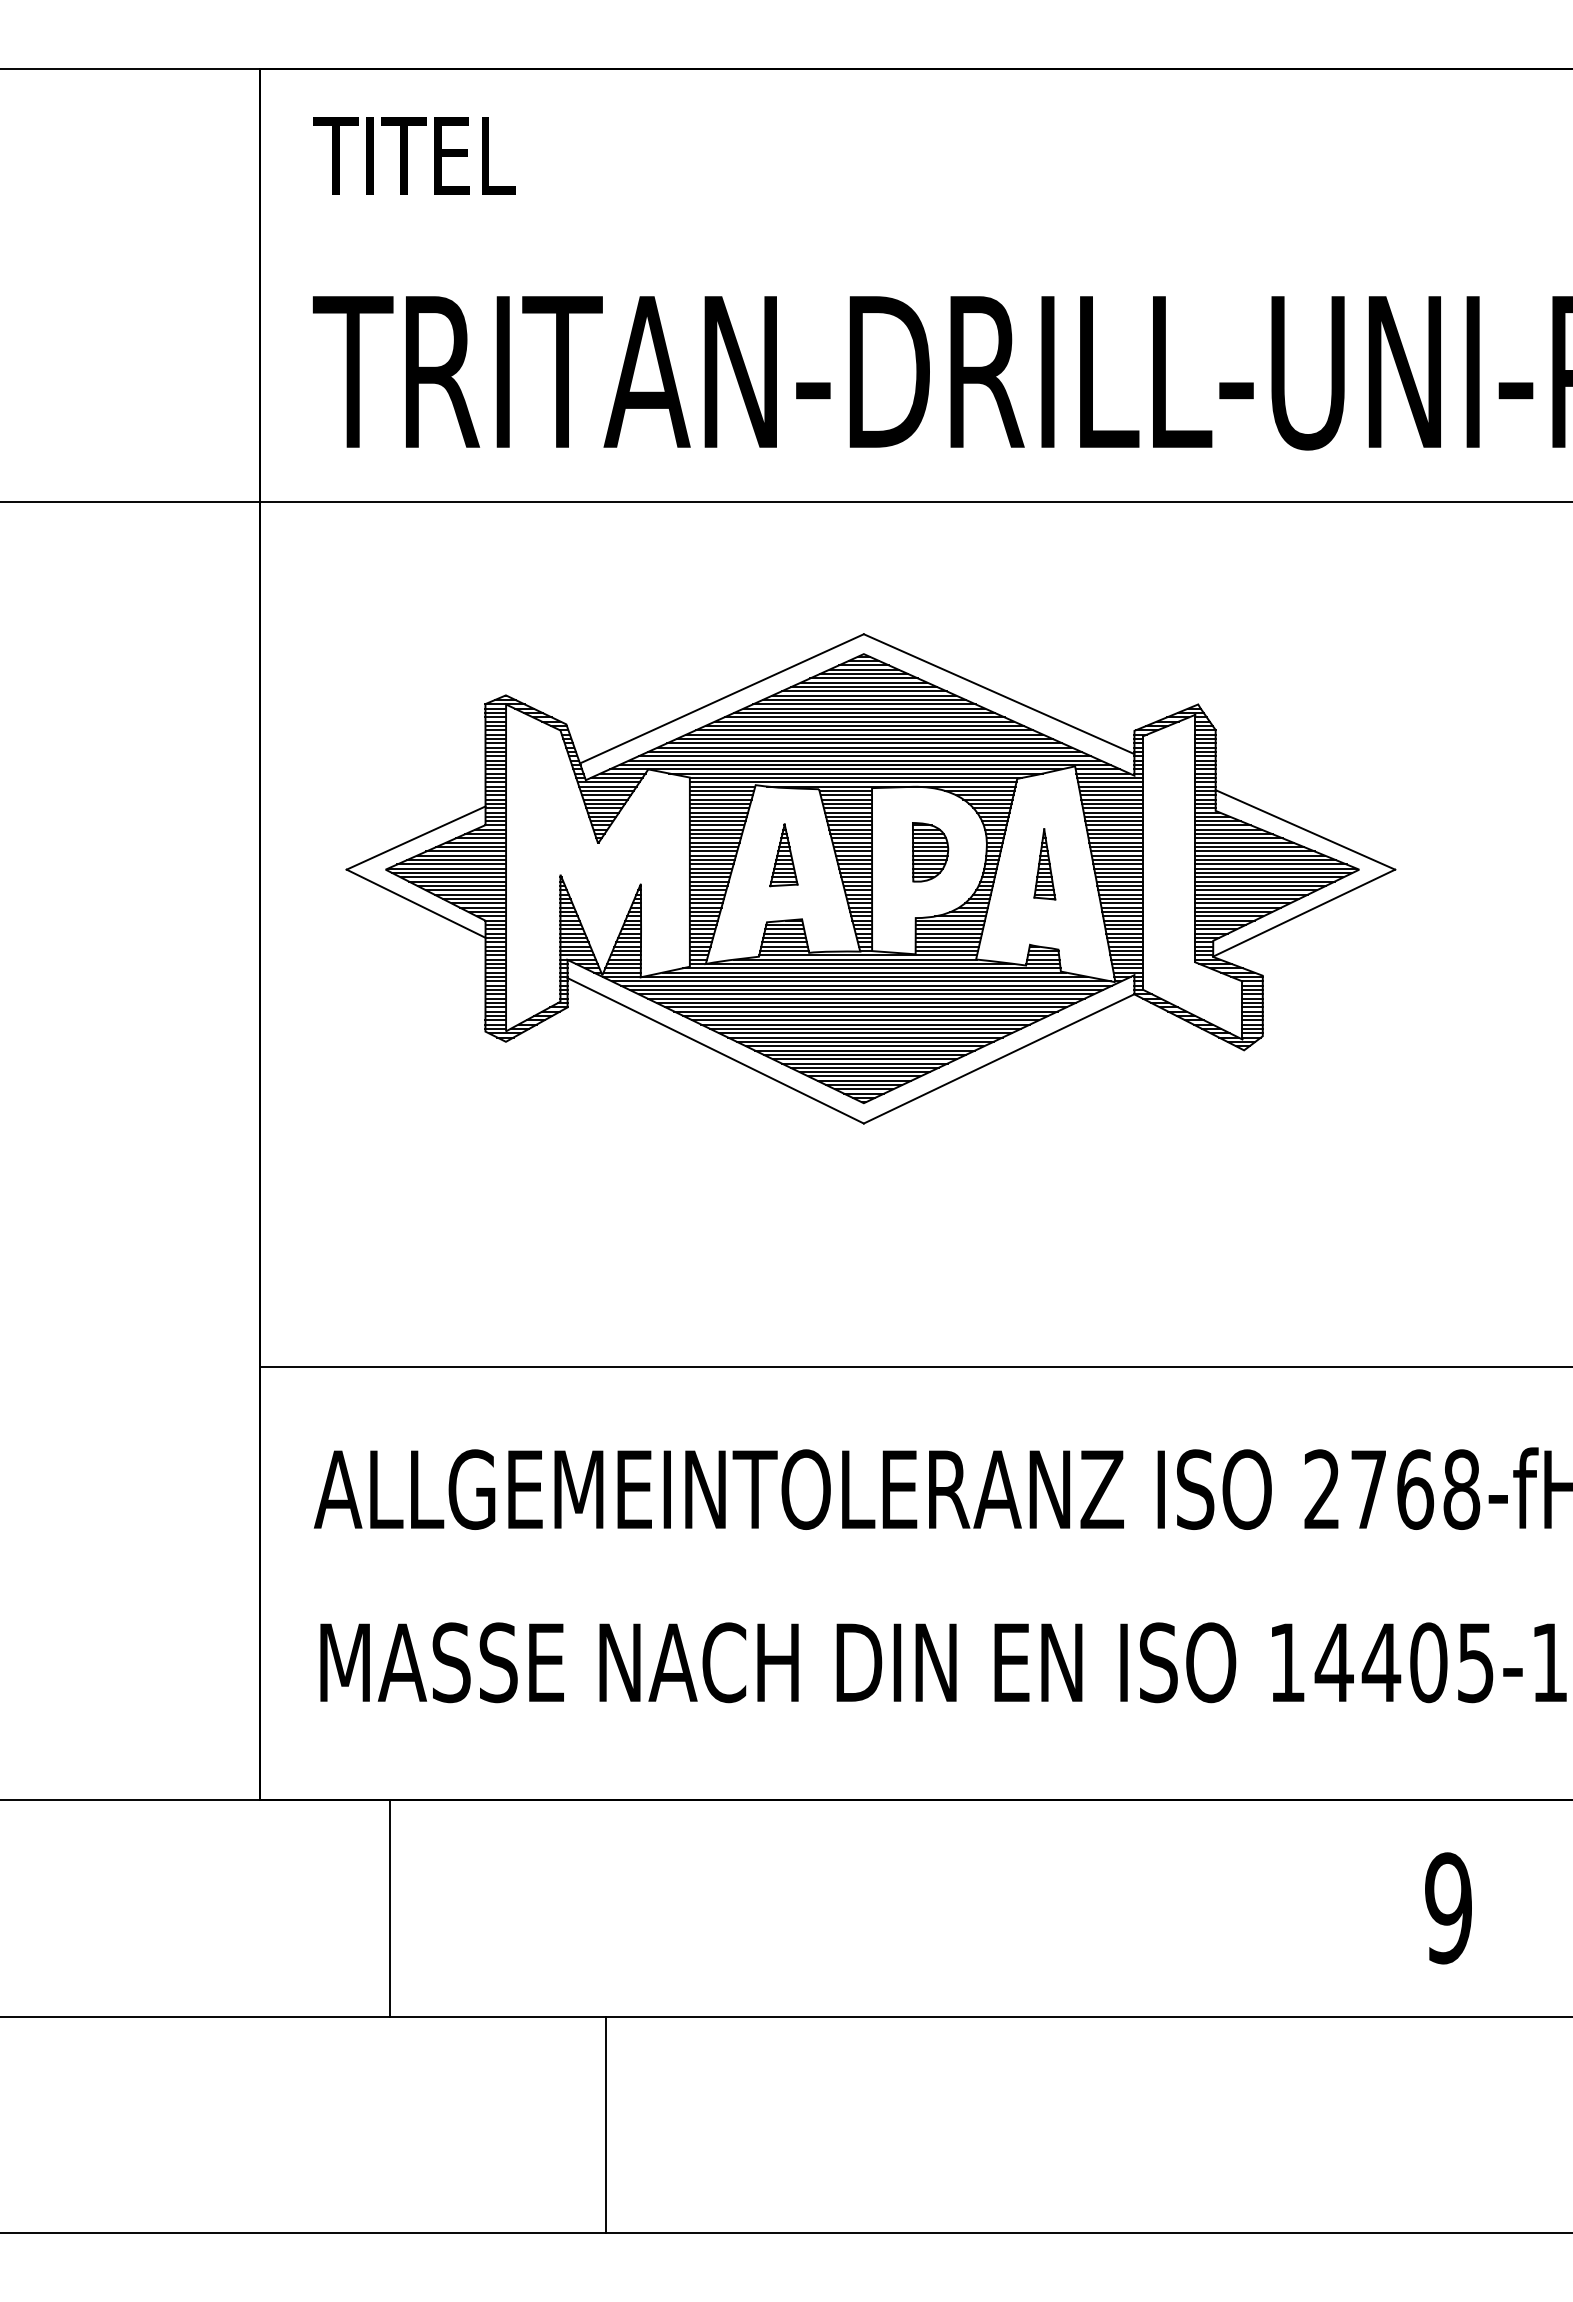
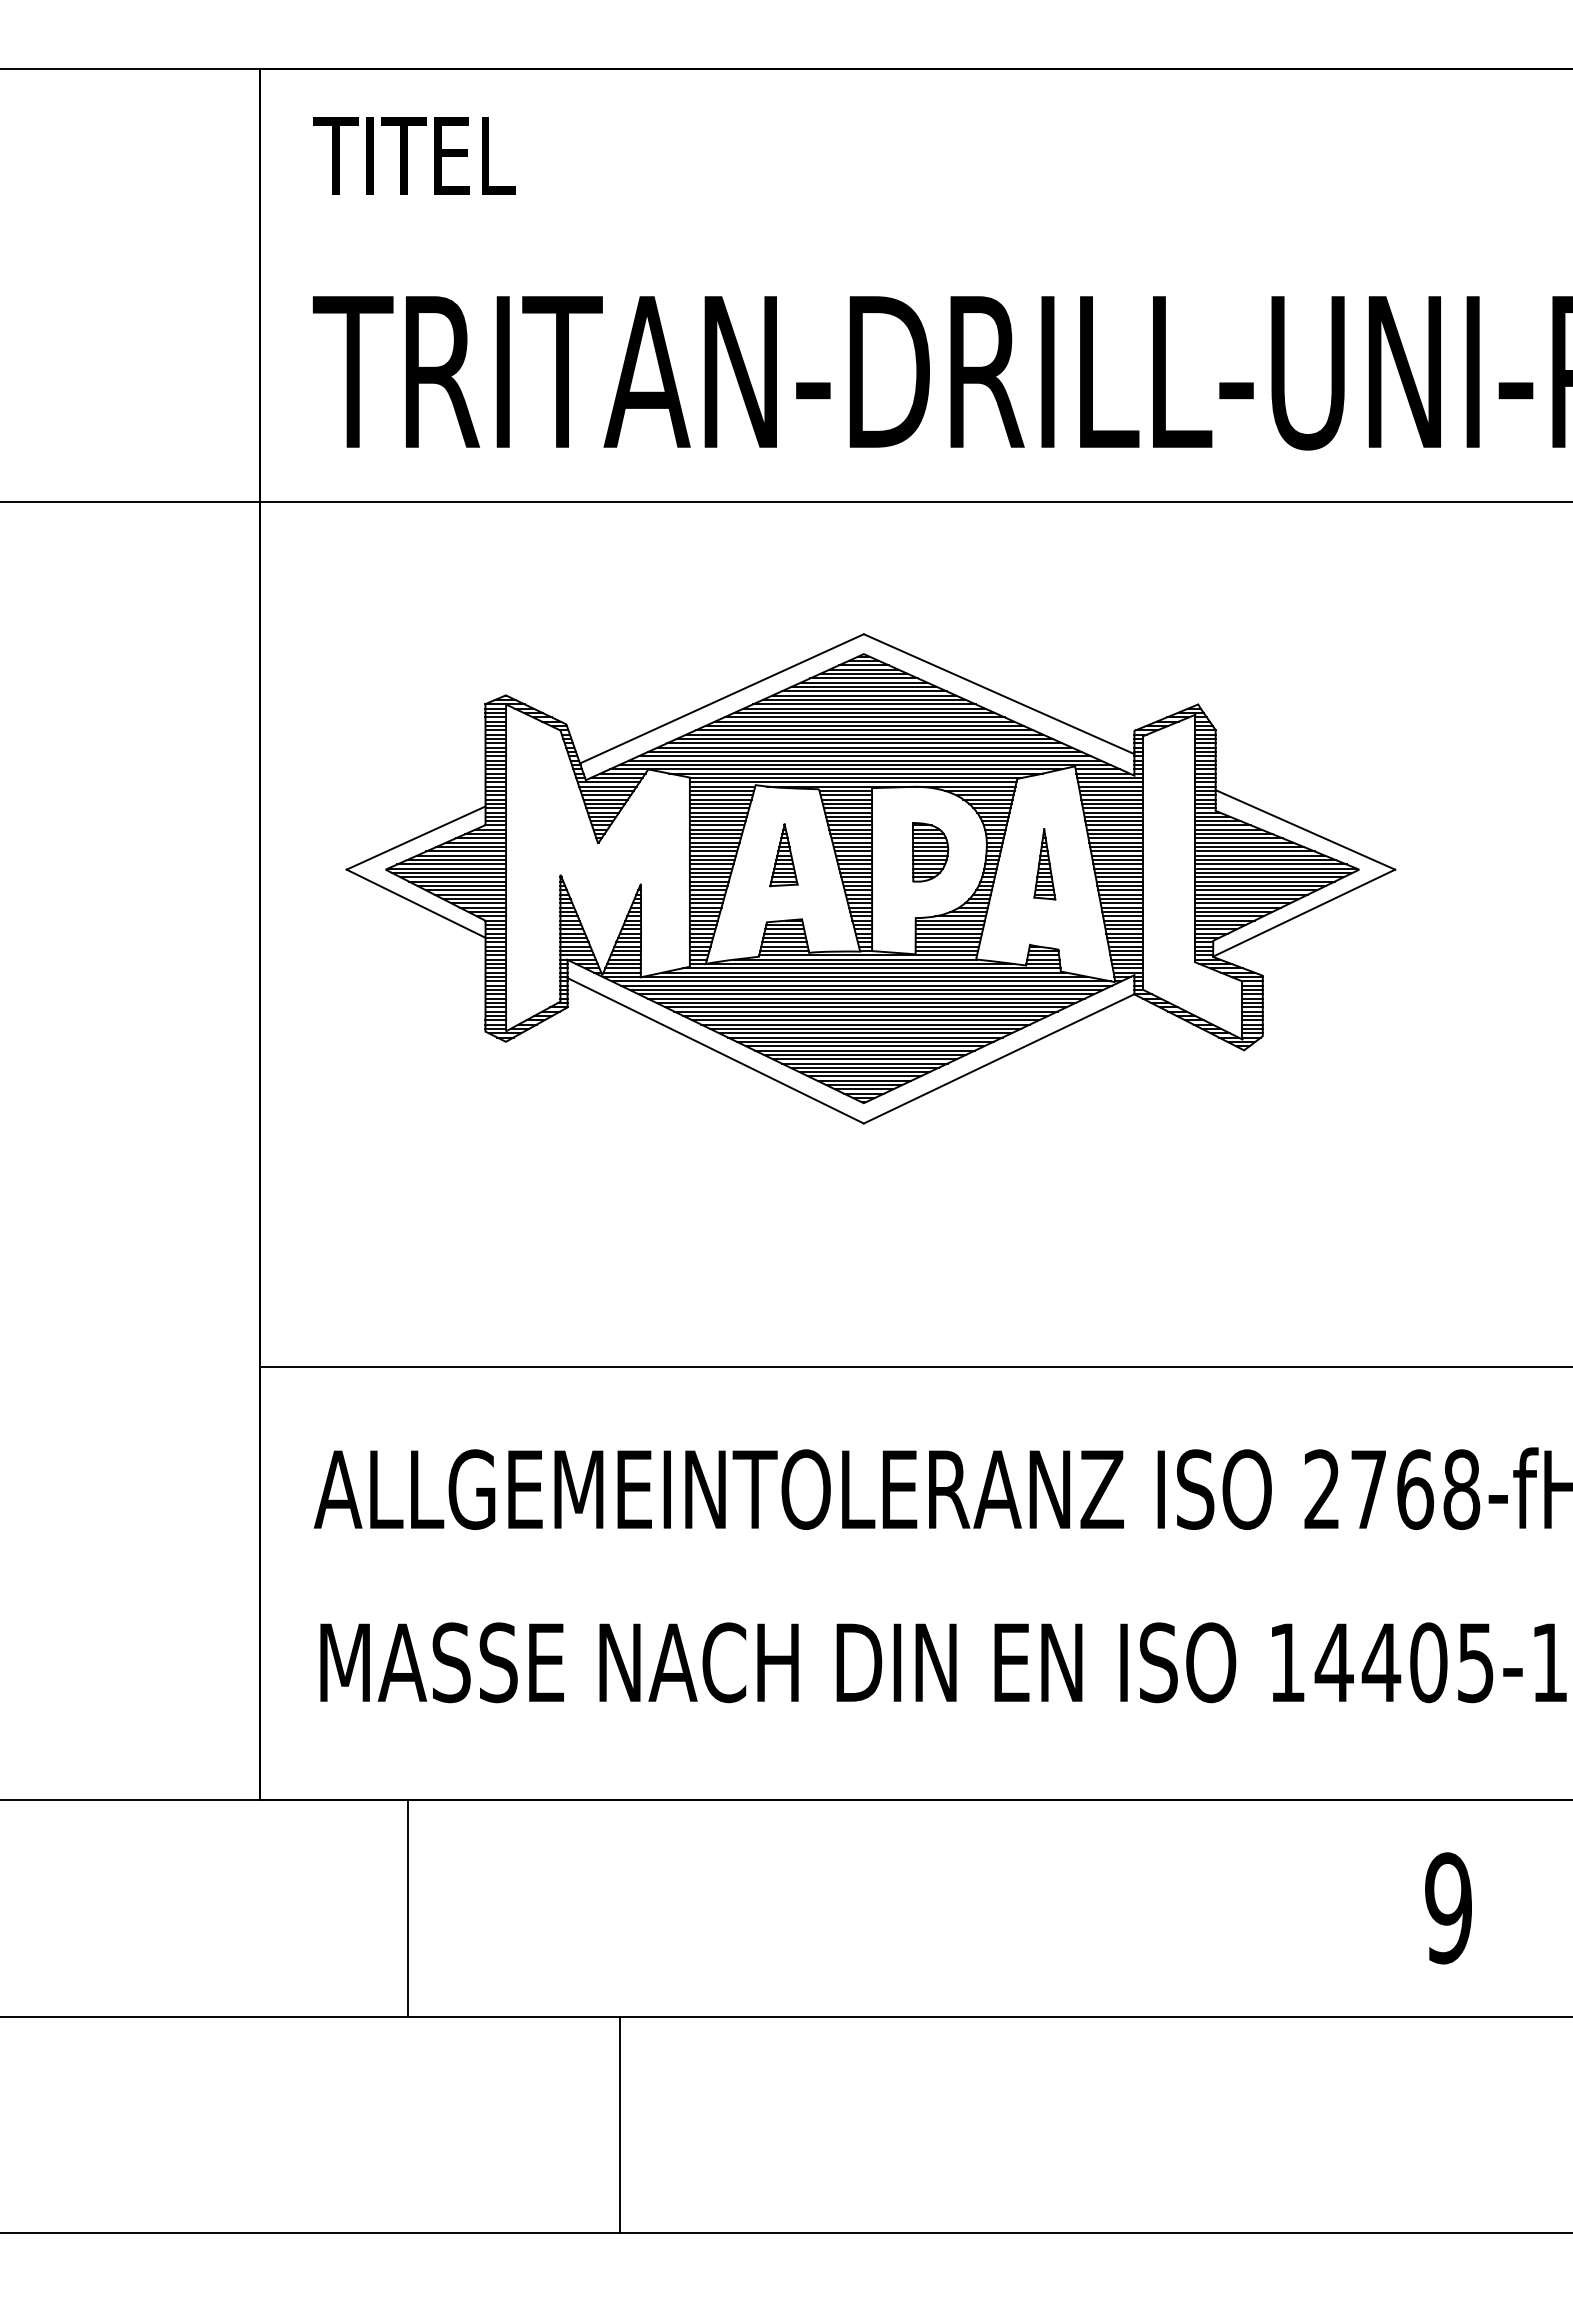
line at (389, 1908) position: (389, 1908) -> (407, 1908)
line at (606, 2124) position: (606, 2124) -> (620, 2124)
